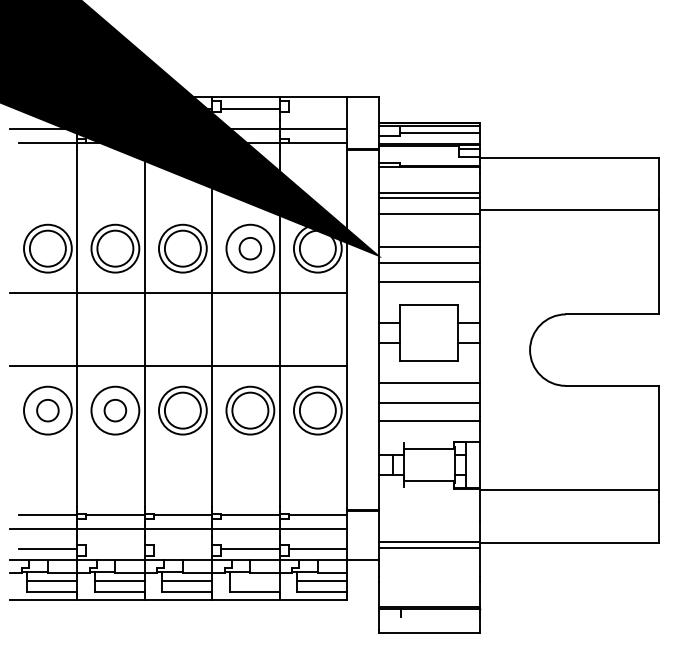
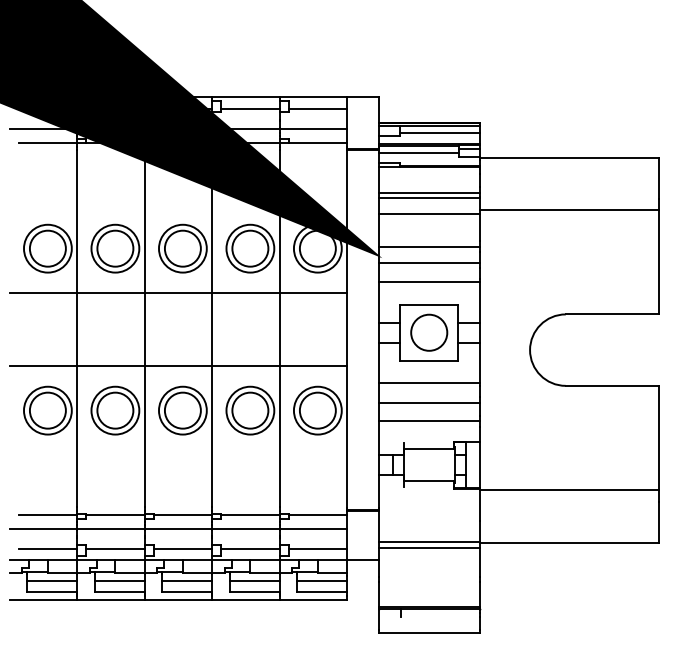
line at (317, 109): none -> present
line at (418, 153): none -> present
circle at (250, 248) diameter: 22 px -> 36 px
circle at (429, 332): none -> present
circle at (47, 410) diameter: 22 px -> 36 px
circle at (115, 410) diameter: 22 px -> 36 px
line at (115, 548): none -> present
line at (182, 548): none -> present
line at (254, 581): none -> present
